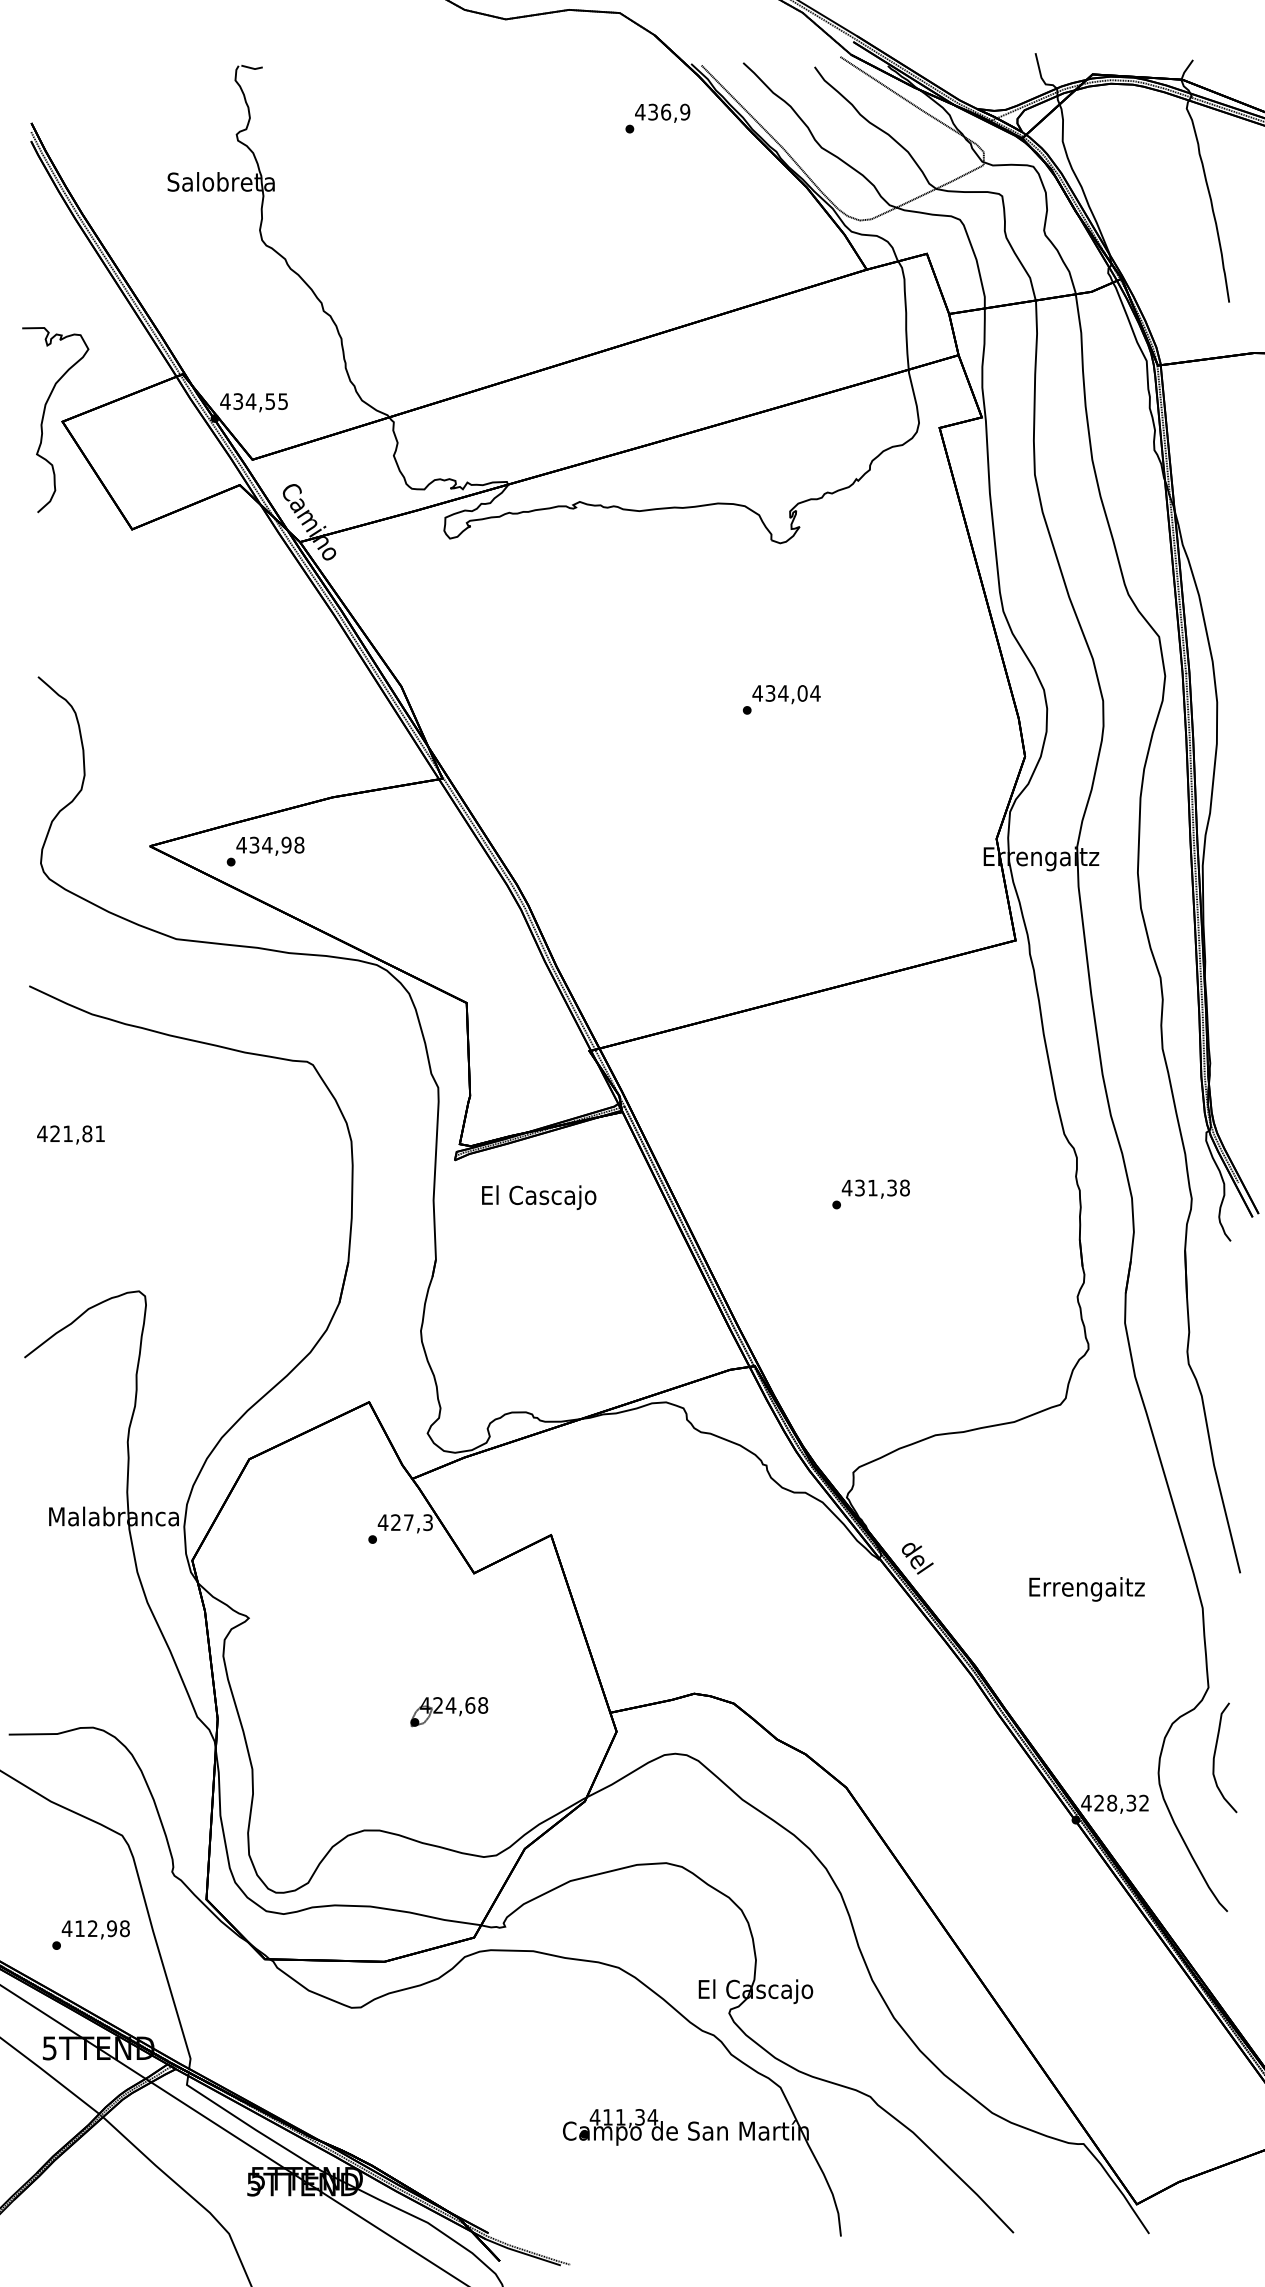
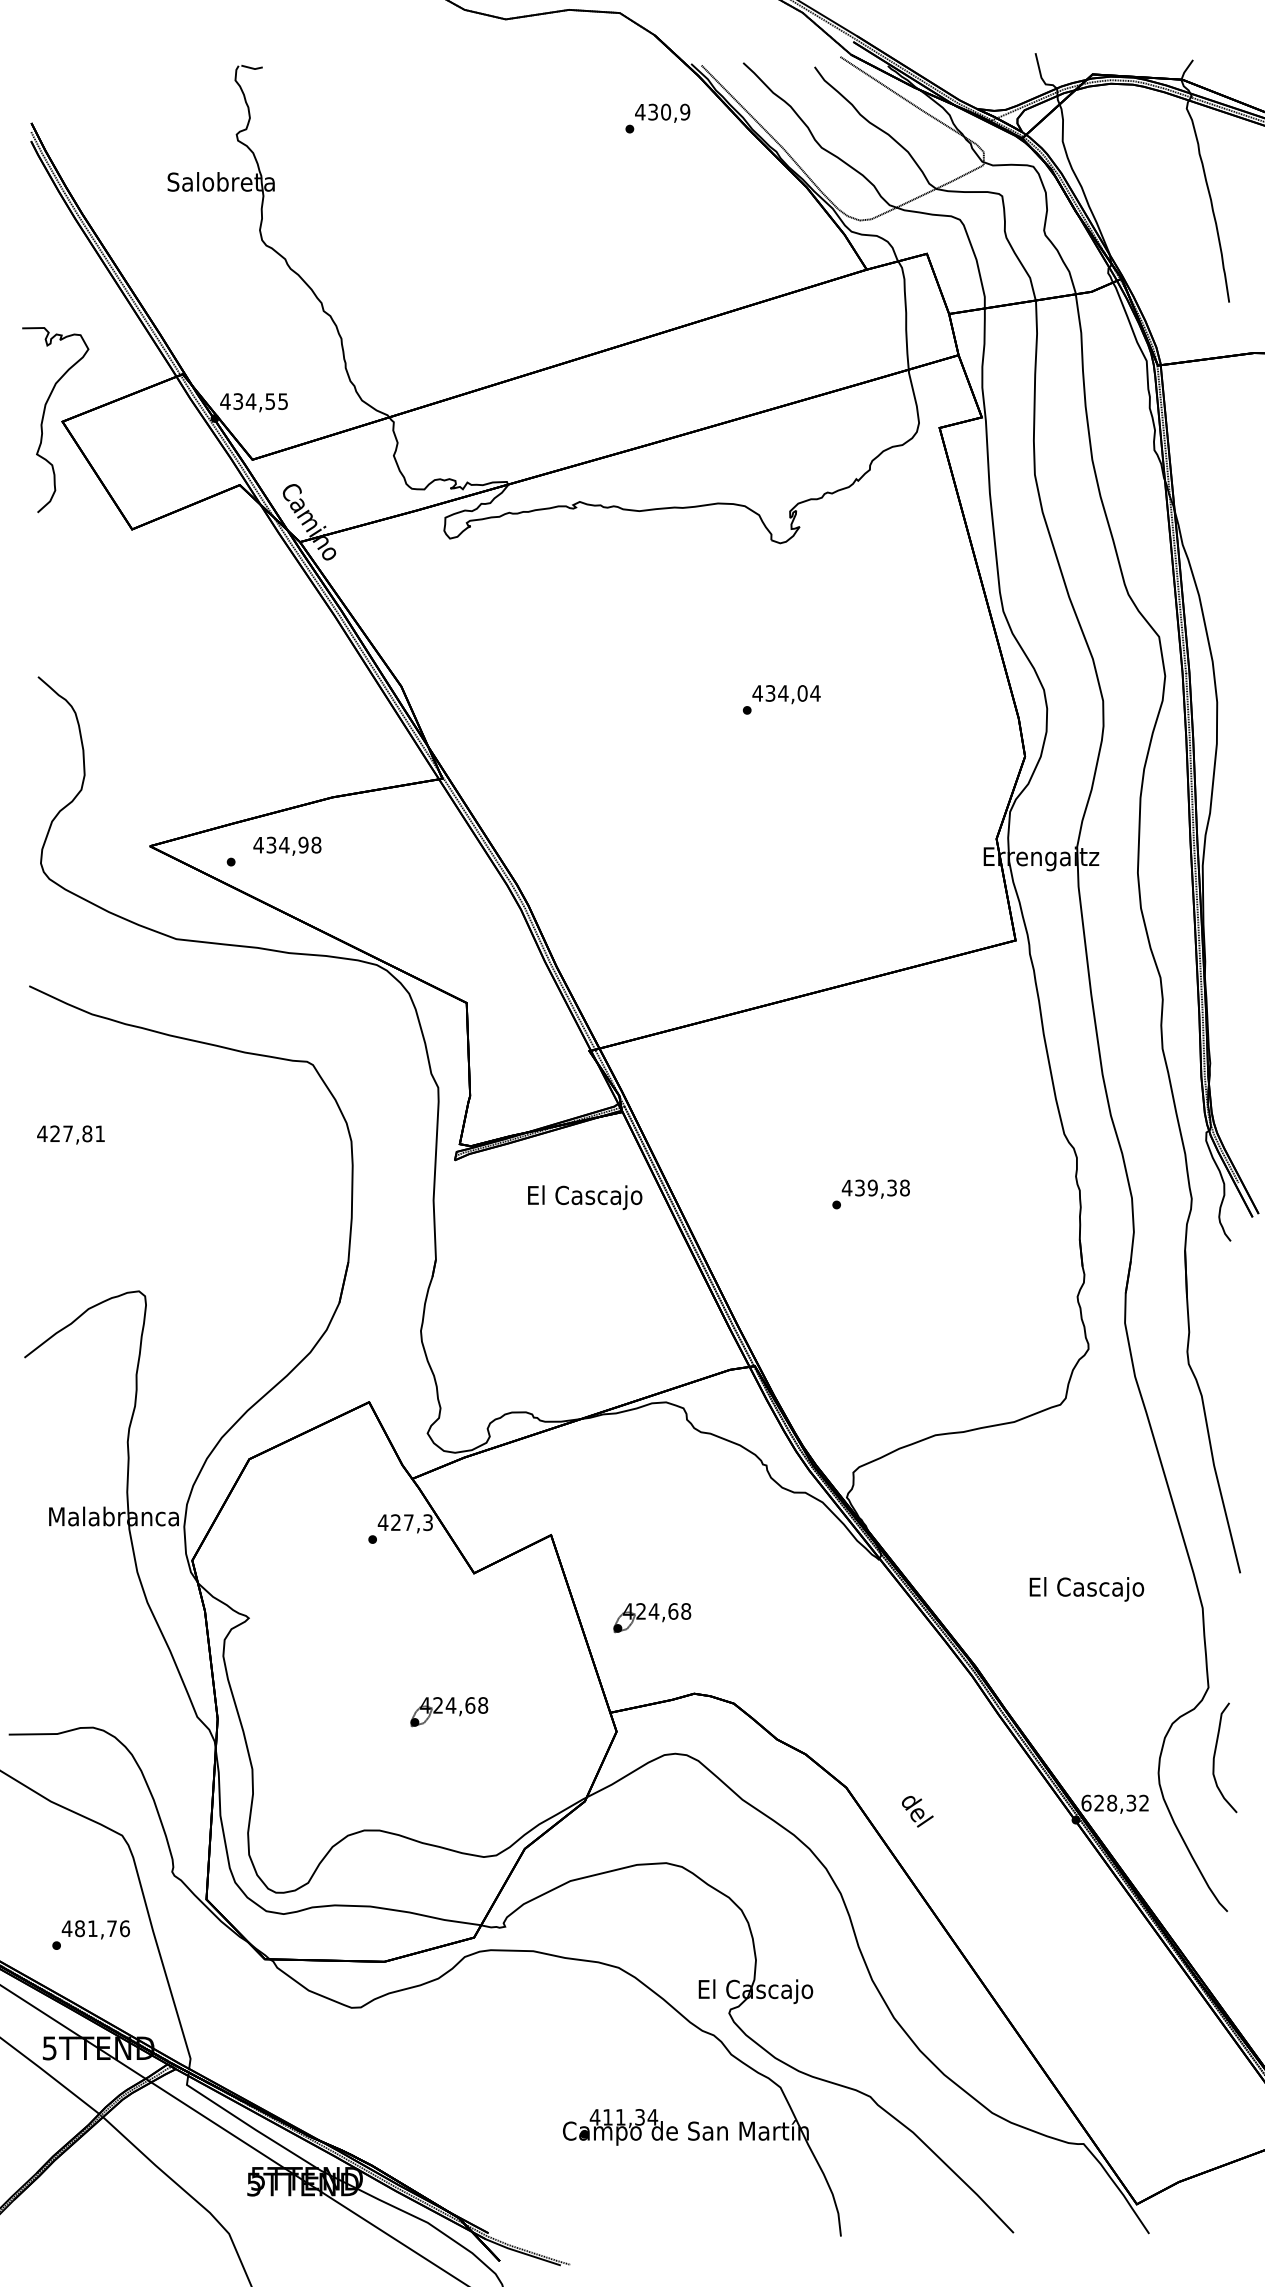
text at (666, 111): 436,9 -> 430,9
text at (270, 845) position: (270, 845) -> (287, 845)
text at (67, 1133): 421,81 -> 427,81
text at (872, 1187): 431,38 -> 439,38
text at (539, 1197) position: (539, 1197) -> (585, 1197)
text at (917, 1558) position: (917, 1558) -> (917, 1811)
text at (1086, 1589): Errengaitz -> El Cascajo
part at (652, 1618): none -> present
text at (1086, 1802): 428,32 -> 628,32
text at (102, 1928): 412,98 -> 481,76
